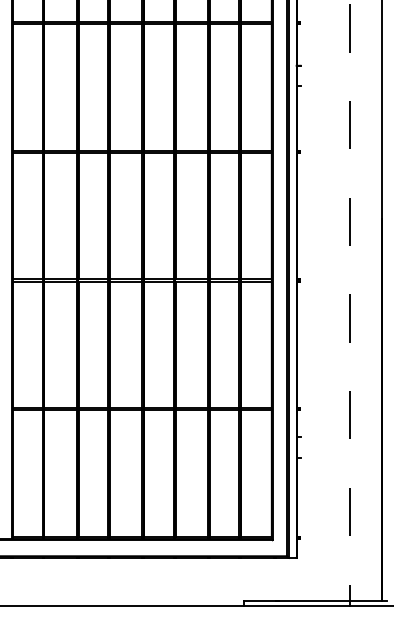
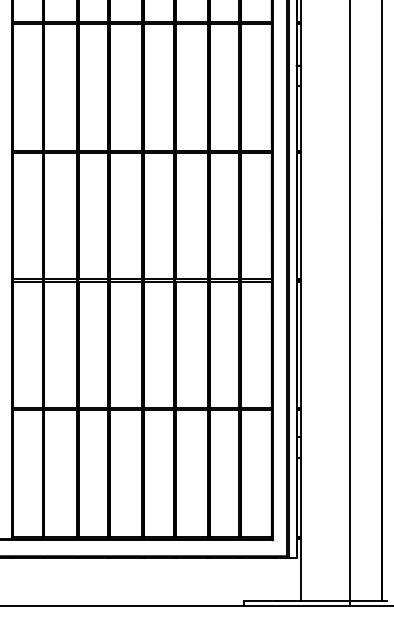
line at (300, 301): none -> present
line at (350, 301): dashed -> solid
